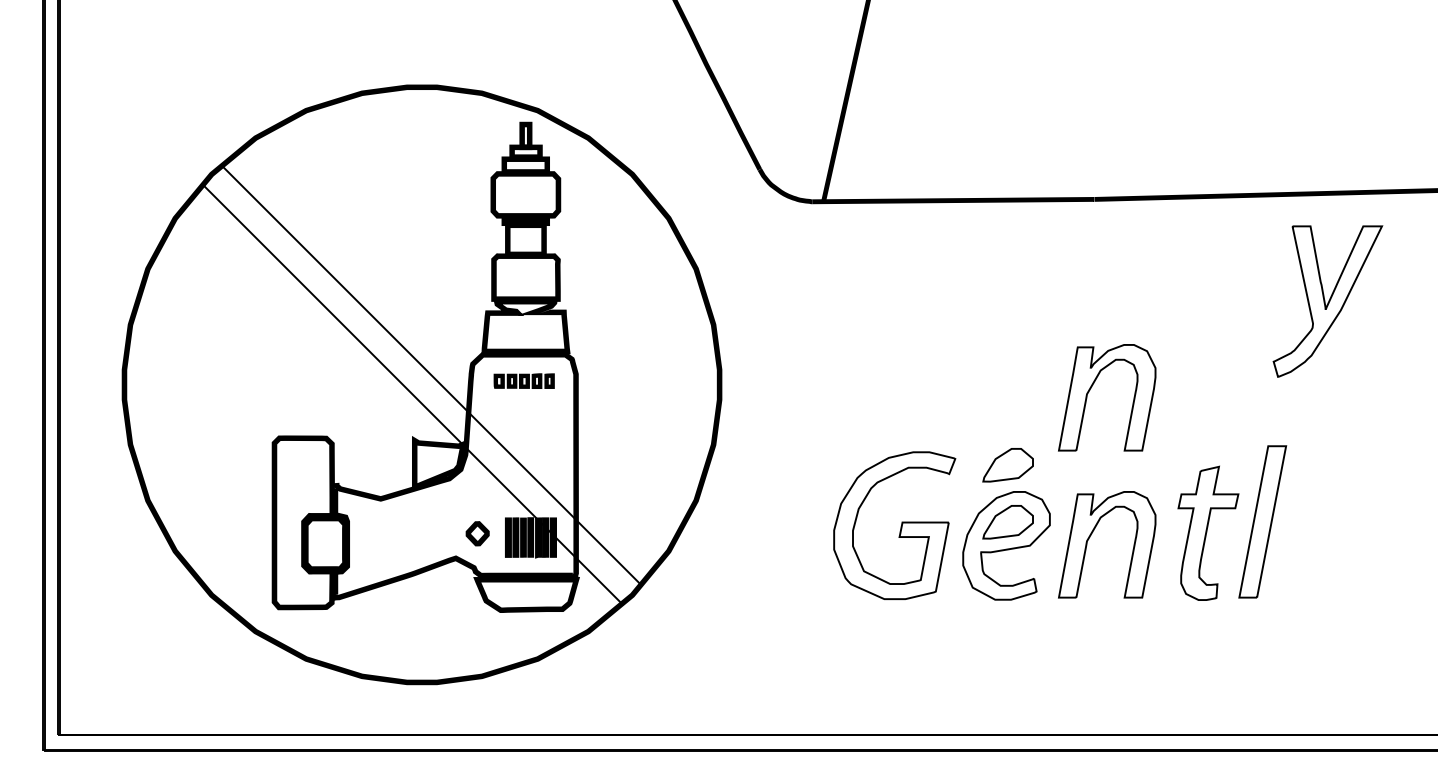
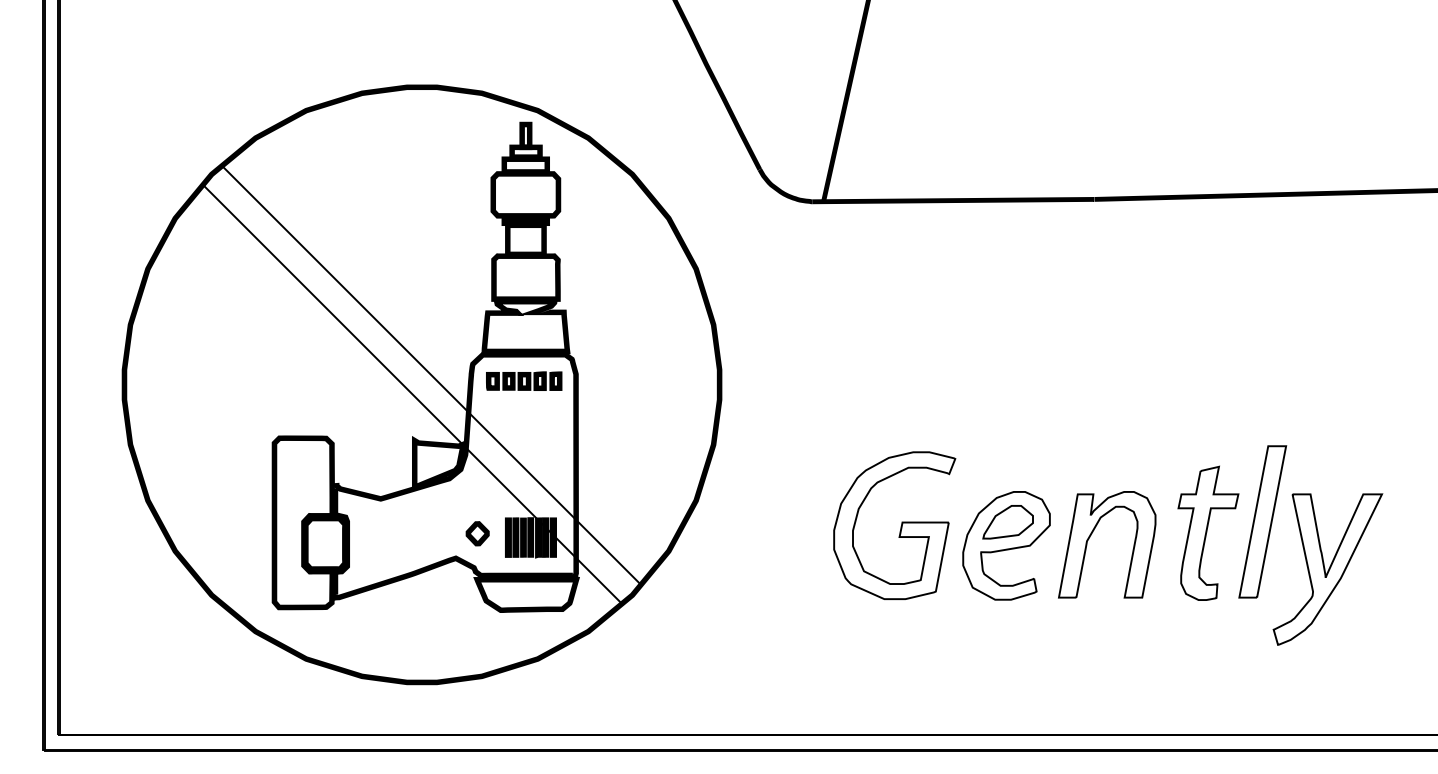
part at (1327, 301) position: (1327, 301) -> (1327, 569)
part at (523, 380) size: 62x16 px -> 77x20 px
part at (1091, 388): present -> none
part at (1007, 465): present -> none
